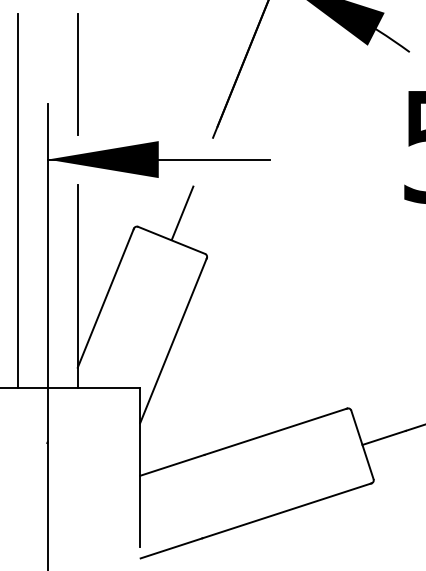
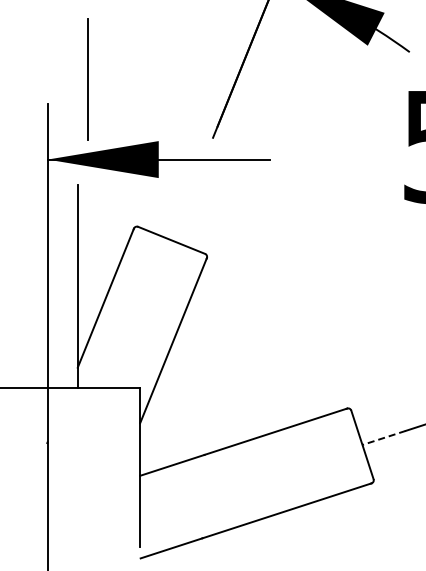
line at (77, 74) position: (77, 74) -> (87, 79)
line at (17, 200): present -> none
line at (182, 212): present -> none
line at (384, 437): solid -> dashed
